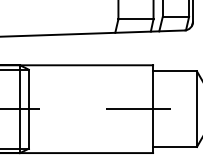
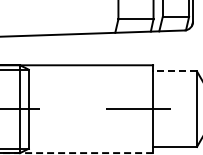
line at (175, 71): solid -> dashed
line at (76, 153): solid -> dashed
